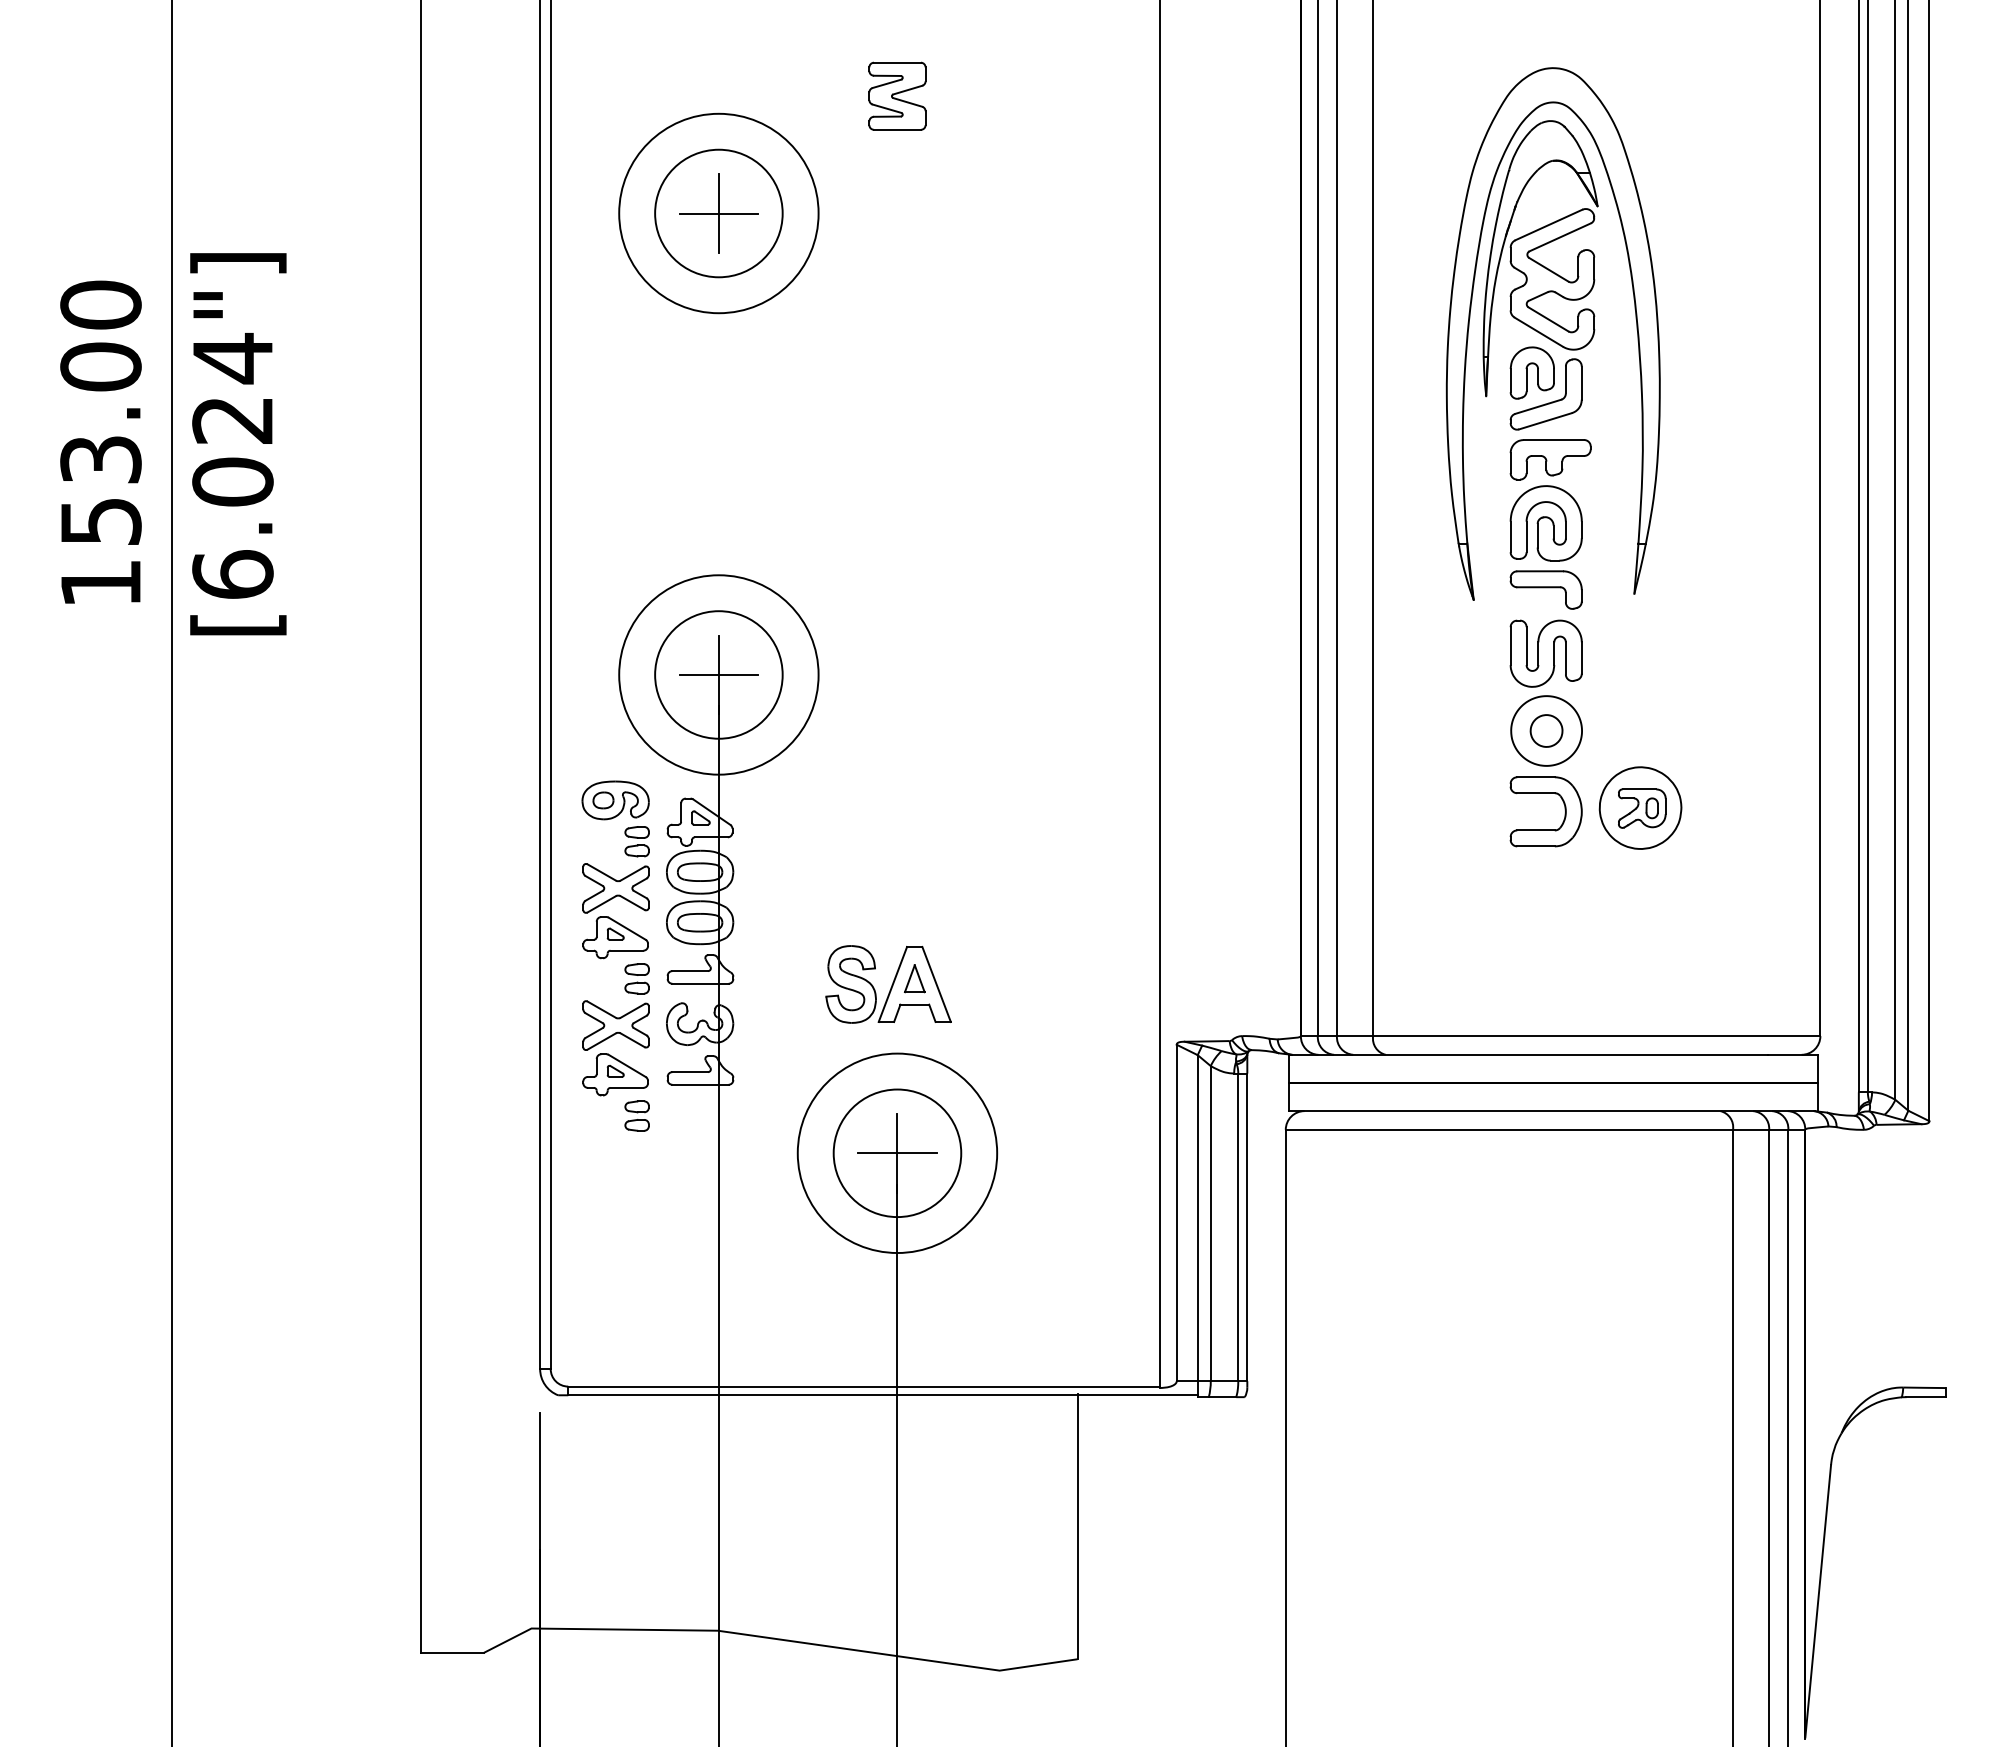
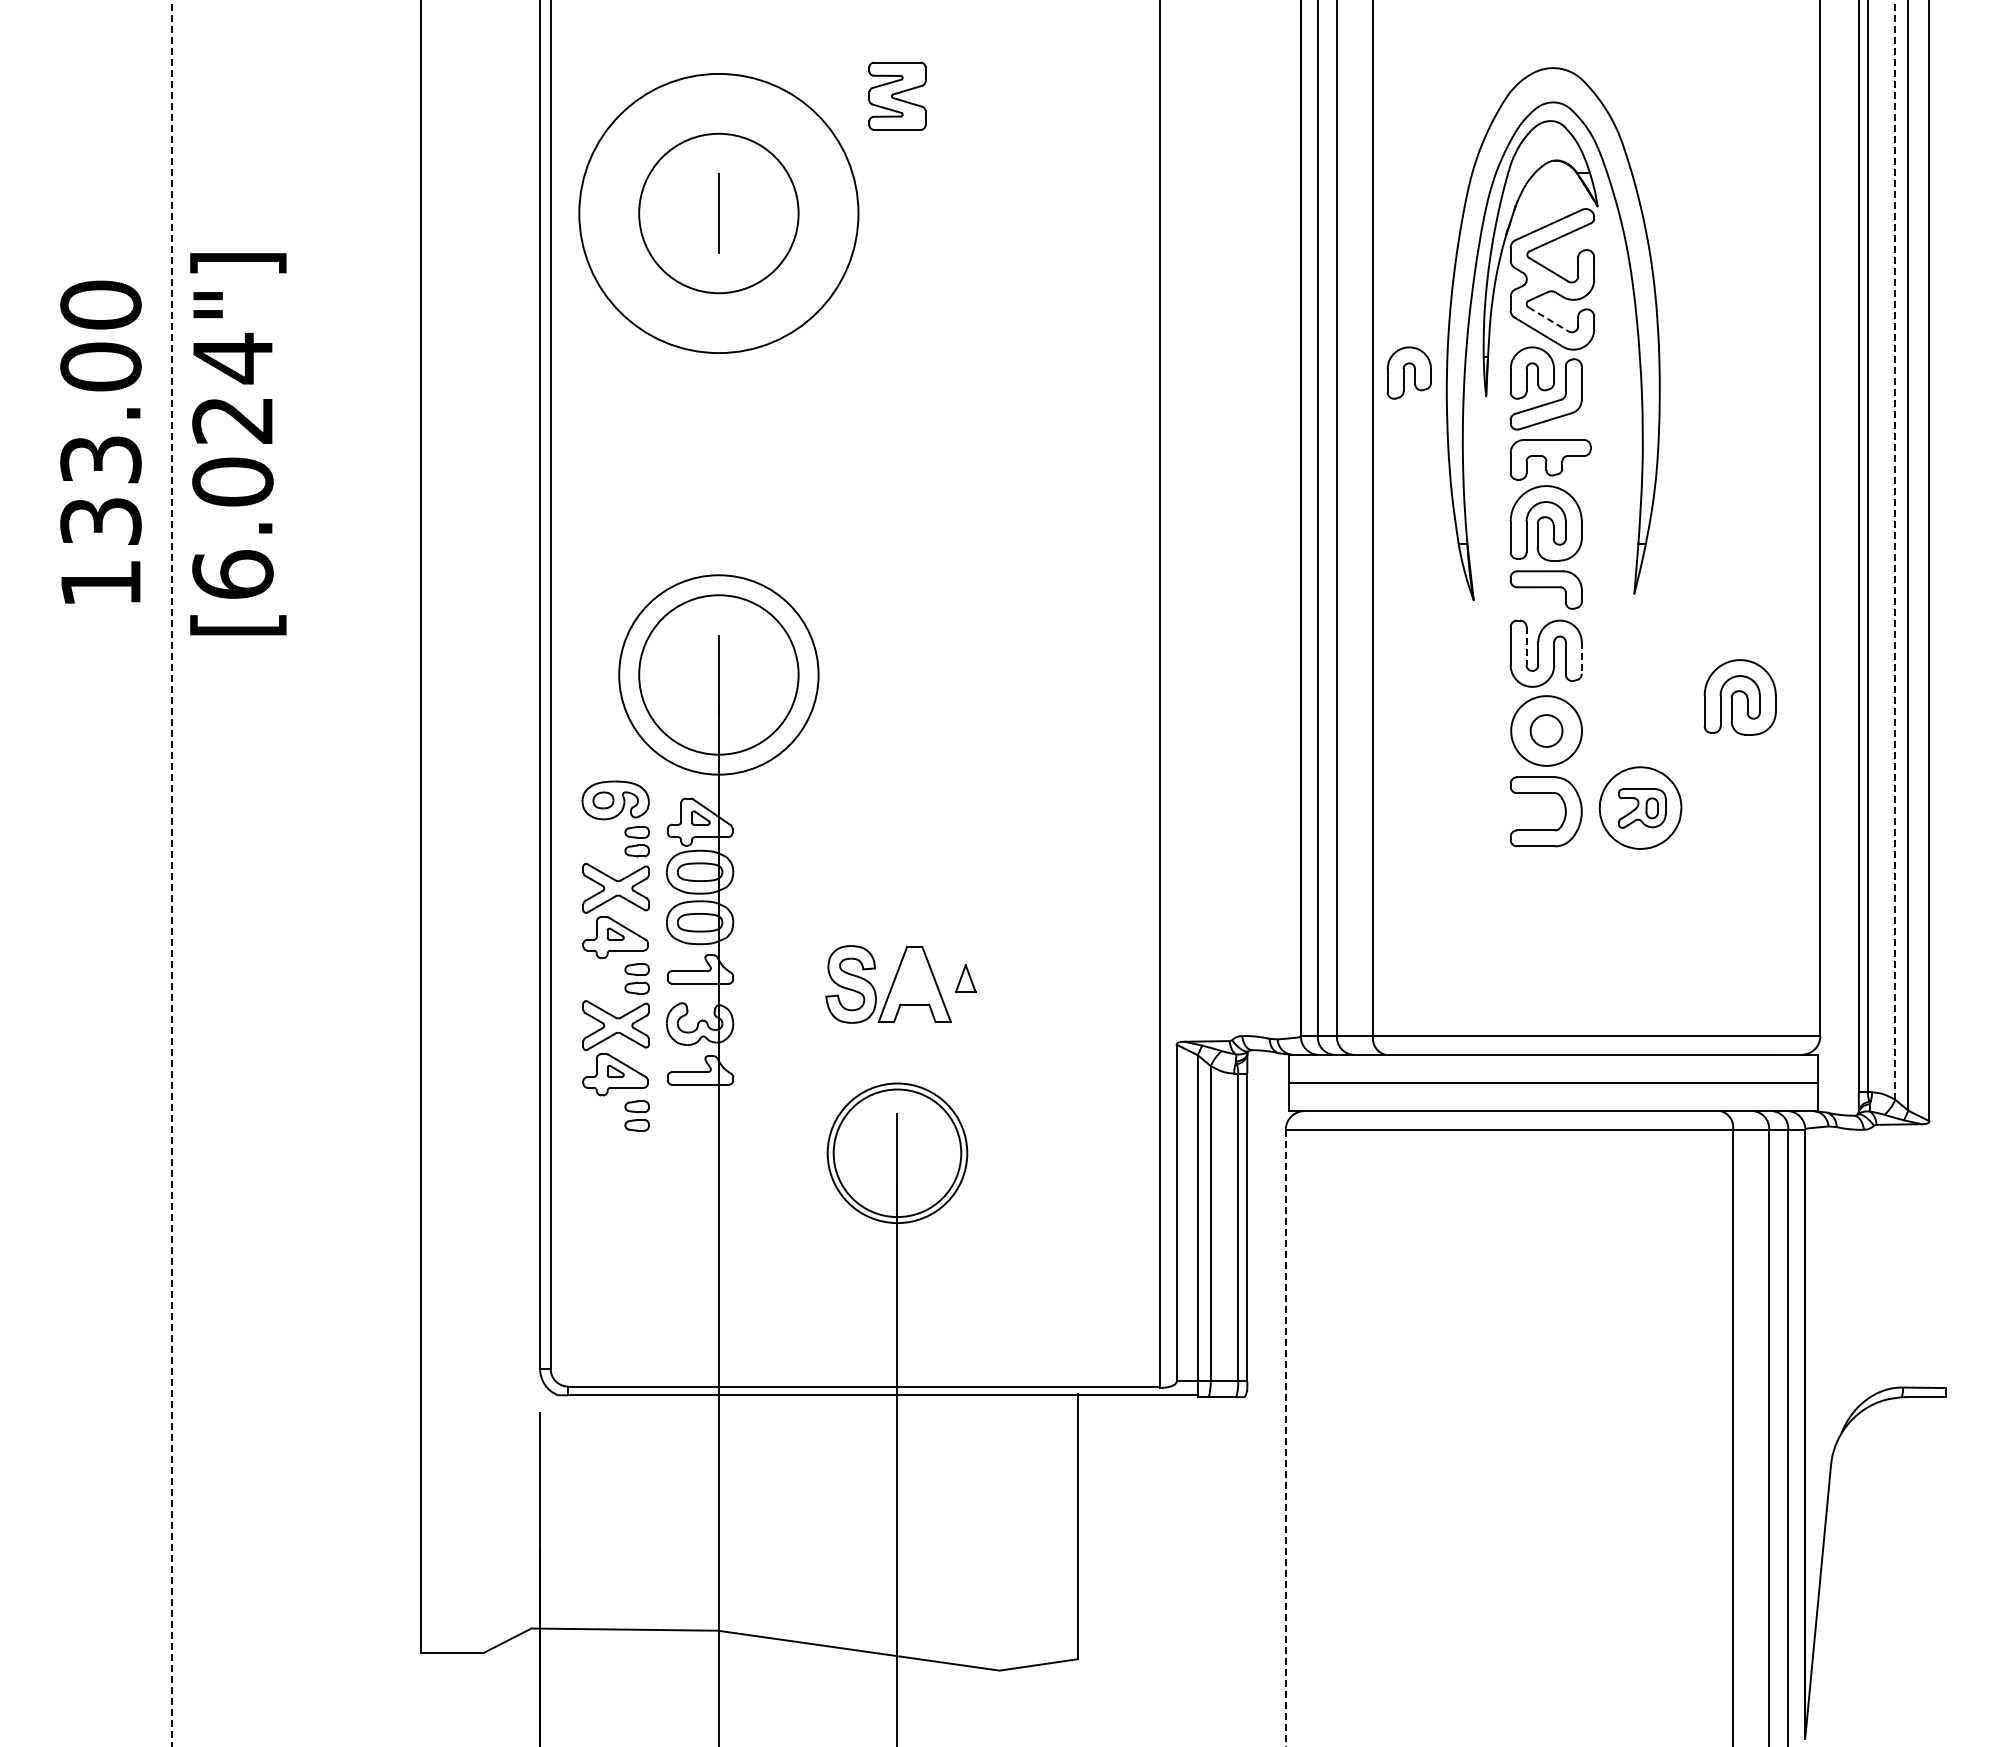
circle at (718, 213) diameter: 128 px -> 159 px
circle at (718, 213) diameter: 199 px -> 279 px
line at (718, 213): present -> none
line at (1548, 319): solid -> dashed
part at (1408, 372): none -> present
text at (100, 521): 153.00 -> 133.00
line at (1895, 550): solid -> dashed
line at (1526, 646): solid -> dashed
line at (1581, 658): solid -> dashed
circle at (718, 674) diameter: 128 px -> 159 px
line at (718, 674): present -> none
part at (1739, 697): none -> present
line at (171, 873): solid -> dashed
part at (914, 978) position: (914, 978) -> (965, 978)
circle at (897, 1153) diameter: 199 px -> 140 px
line at (897, 1153): present -> none
line at (1285, 1438): solid -> dashed
